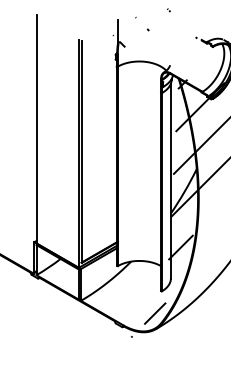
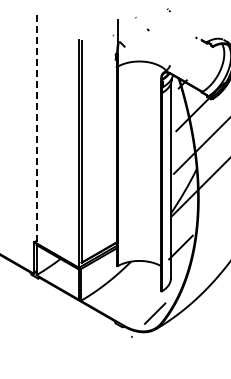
line at (36, 129): solid -> dashed
